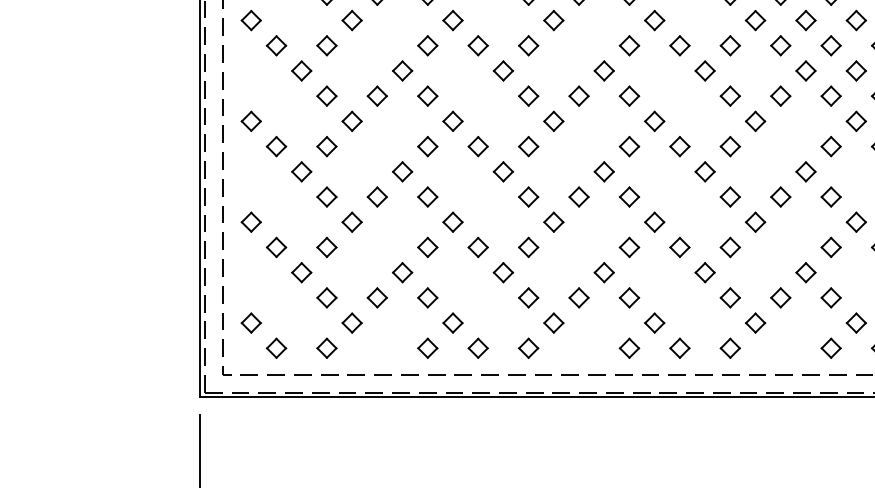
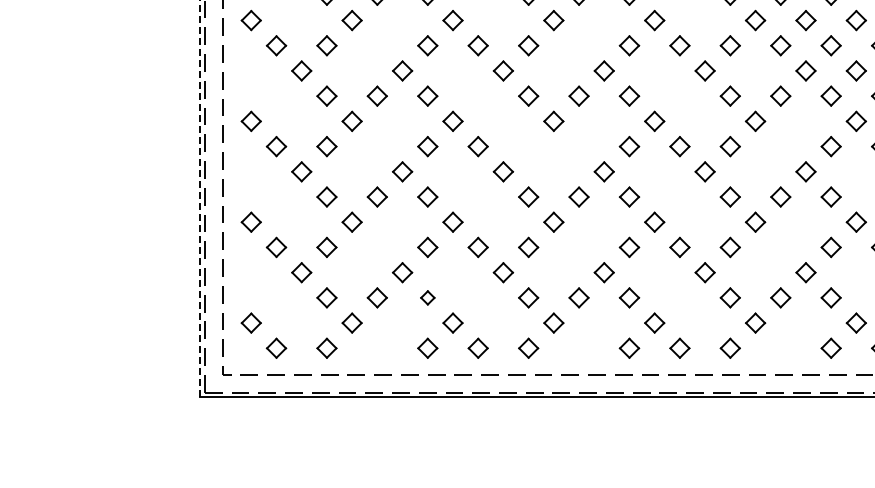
part at (528, 146): present -> none
line at (200, 198): solid -> dashed
part at (427, 297) size: 22x22 px -> 16x16 px
line at (200, 449): present -> none
